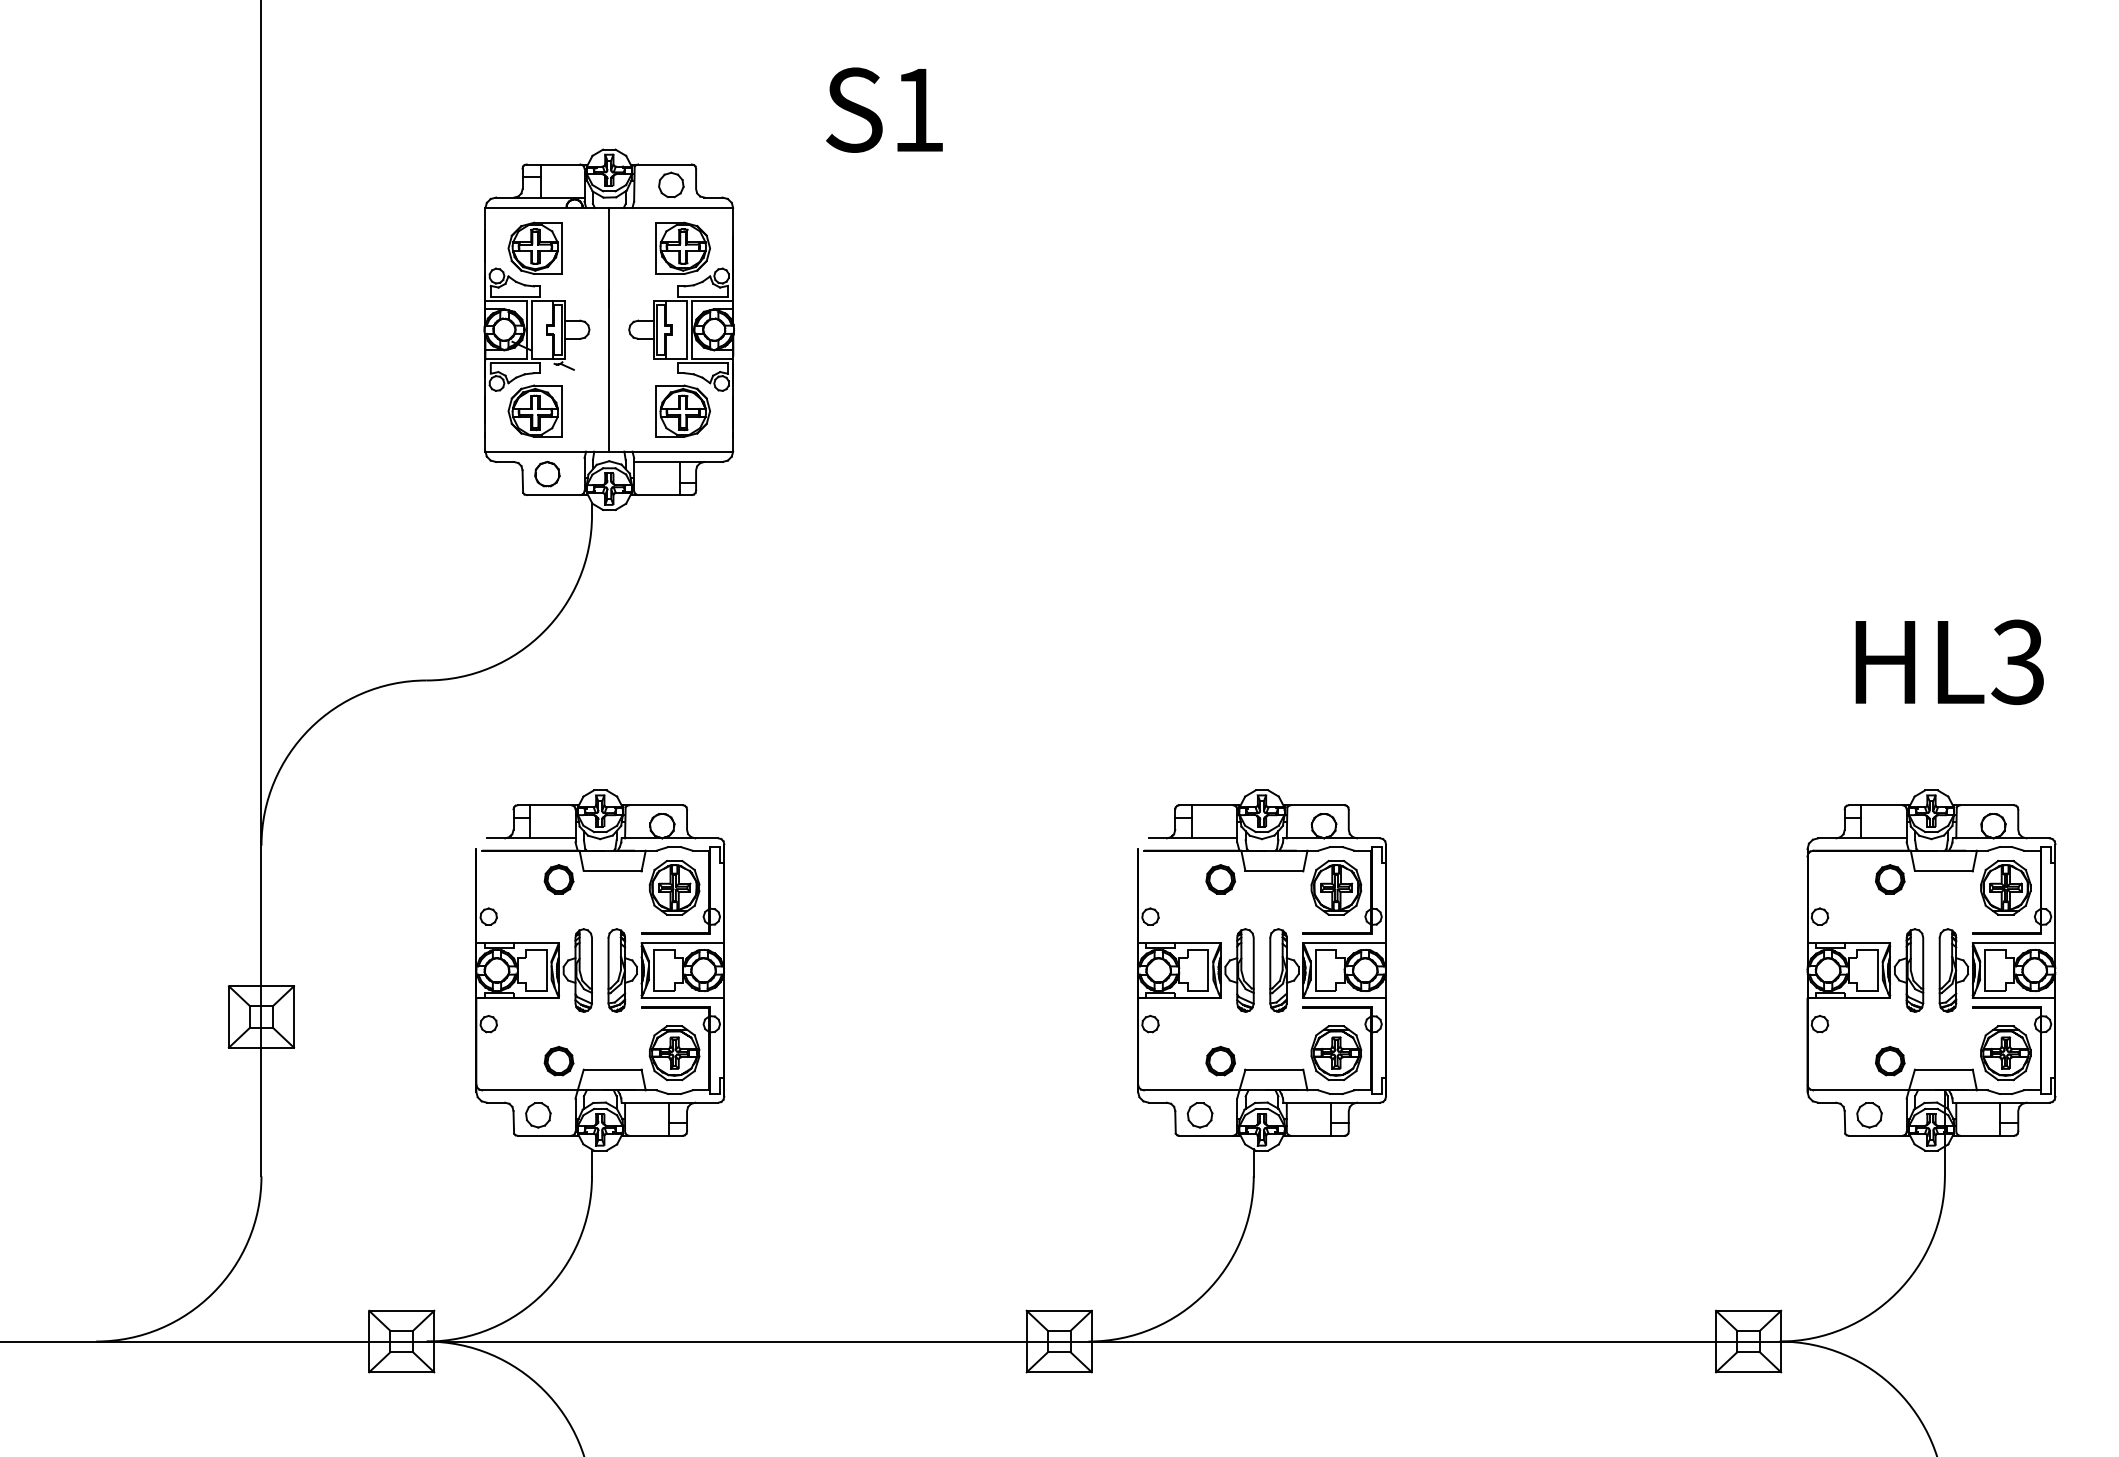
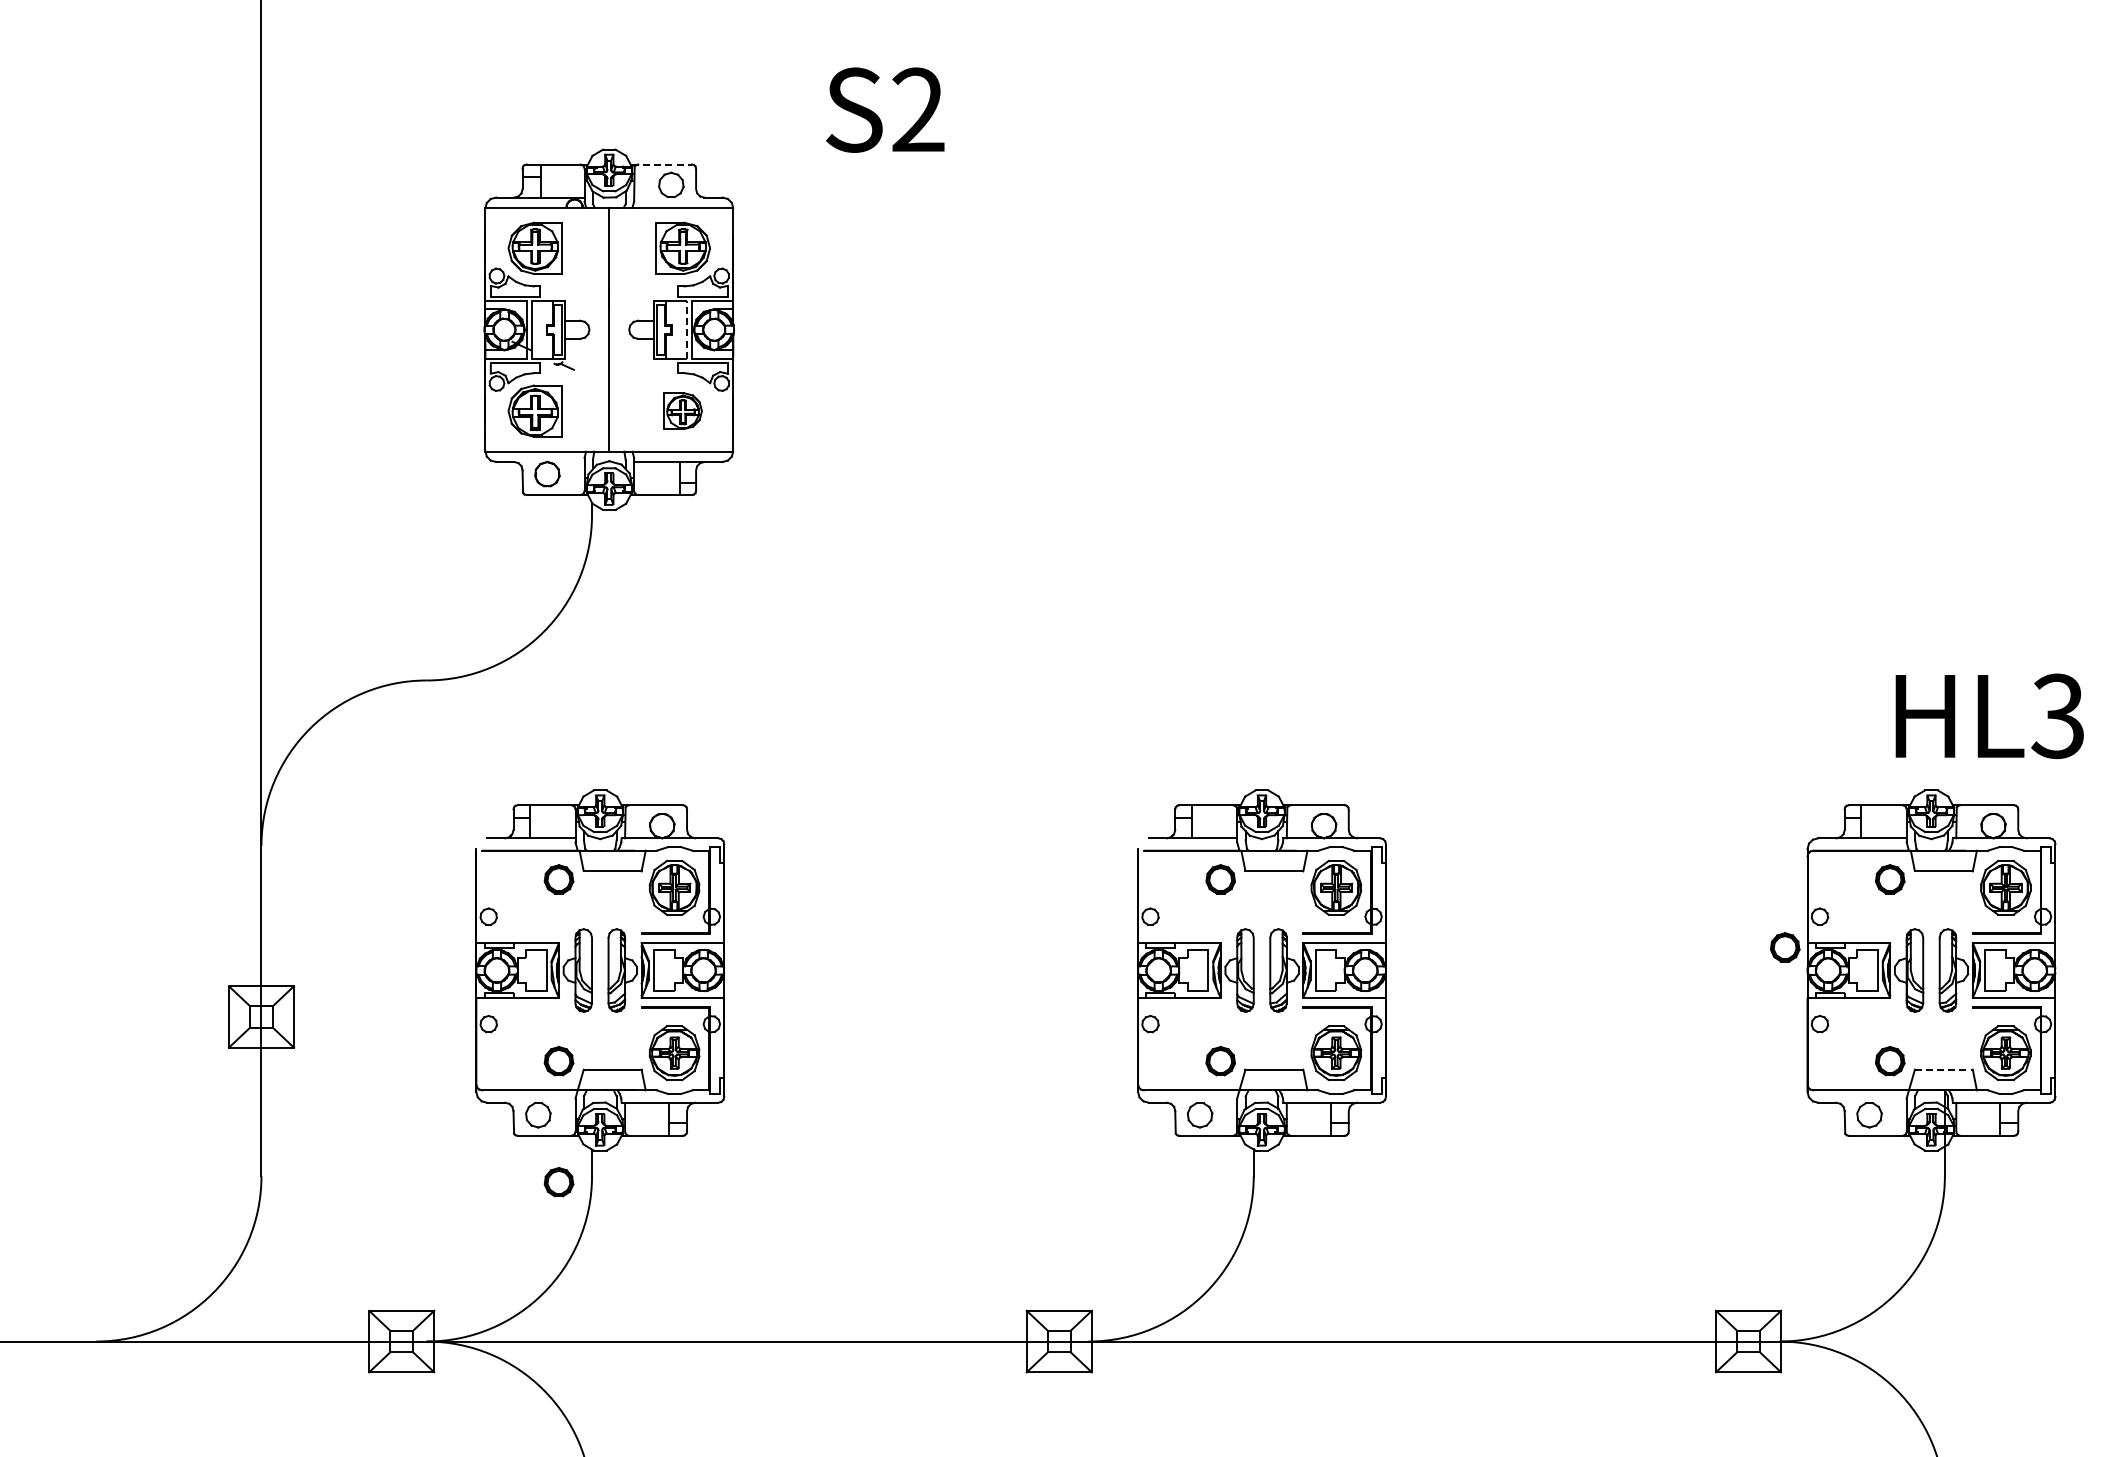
text at (918, 109): S1 -> S2
line at (662, 164): solid -> dashed
line at (687, 329): solid -> dashed
part at (682, 410) size: 56x54 px -> 40x38 px
text at (1949, 662) position: (1949, 662) -> (1989, 716)
part at (1785, 947): none -> present
line at (1943, 1069): solid -> dashed
part at (558, 1182): none -> present
